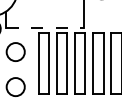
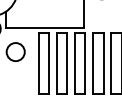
line at (45, 28): dashed -> solid
circle at (15, 86): present -> none
